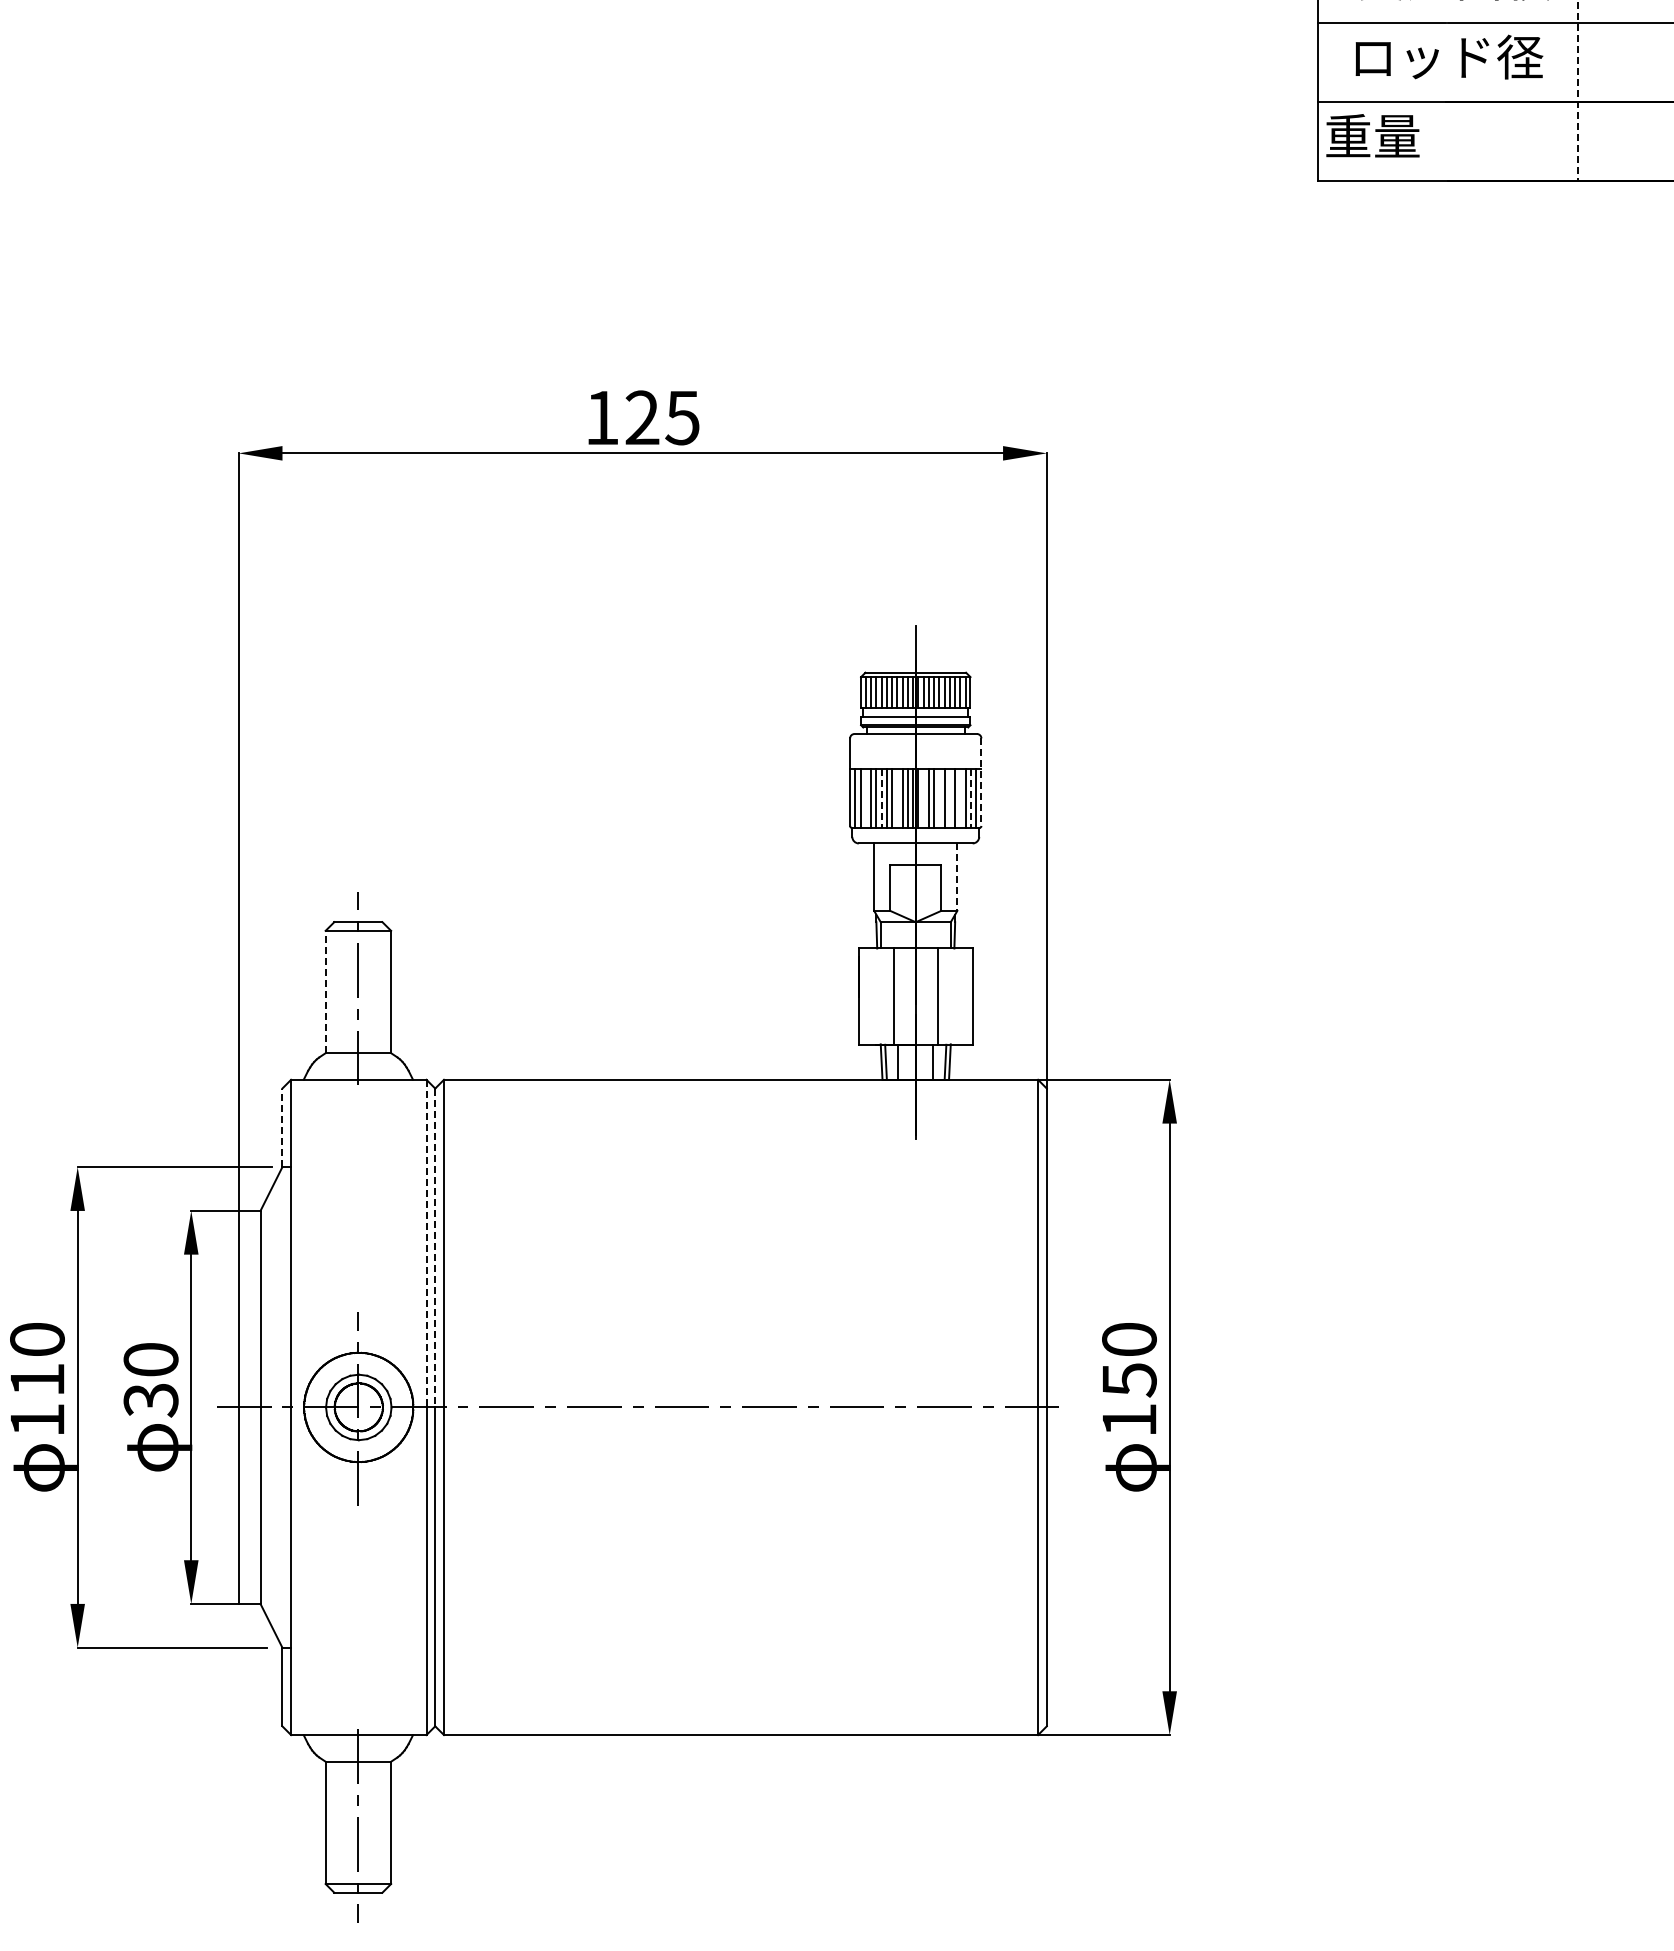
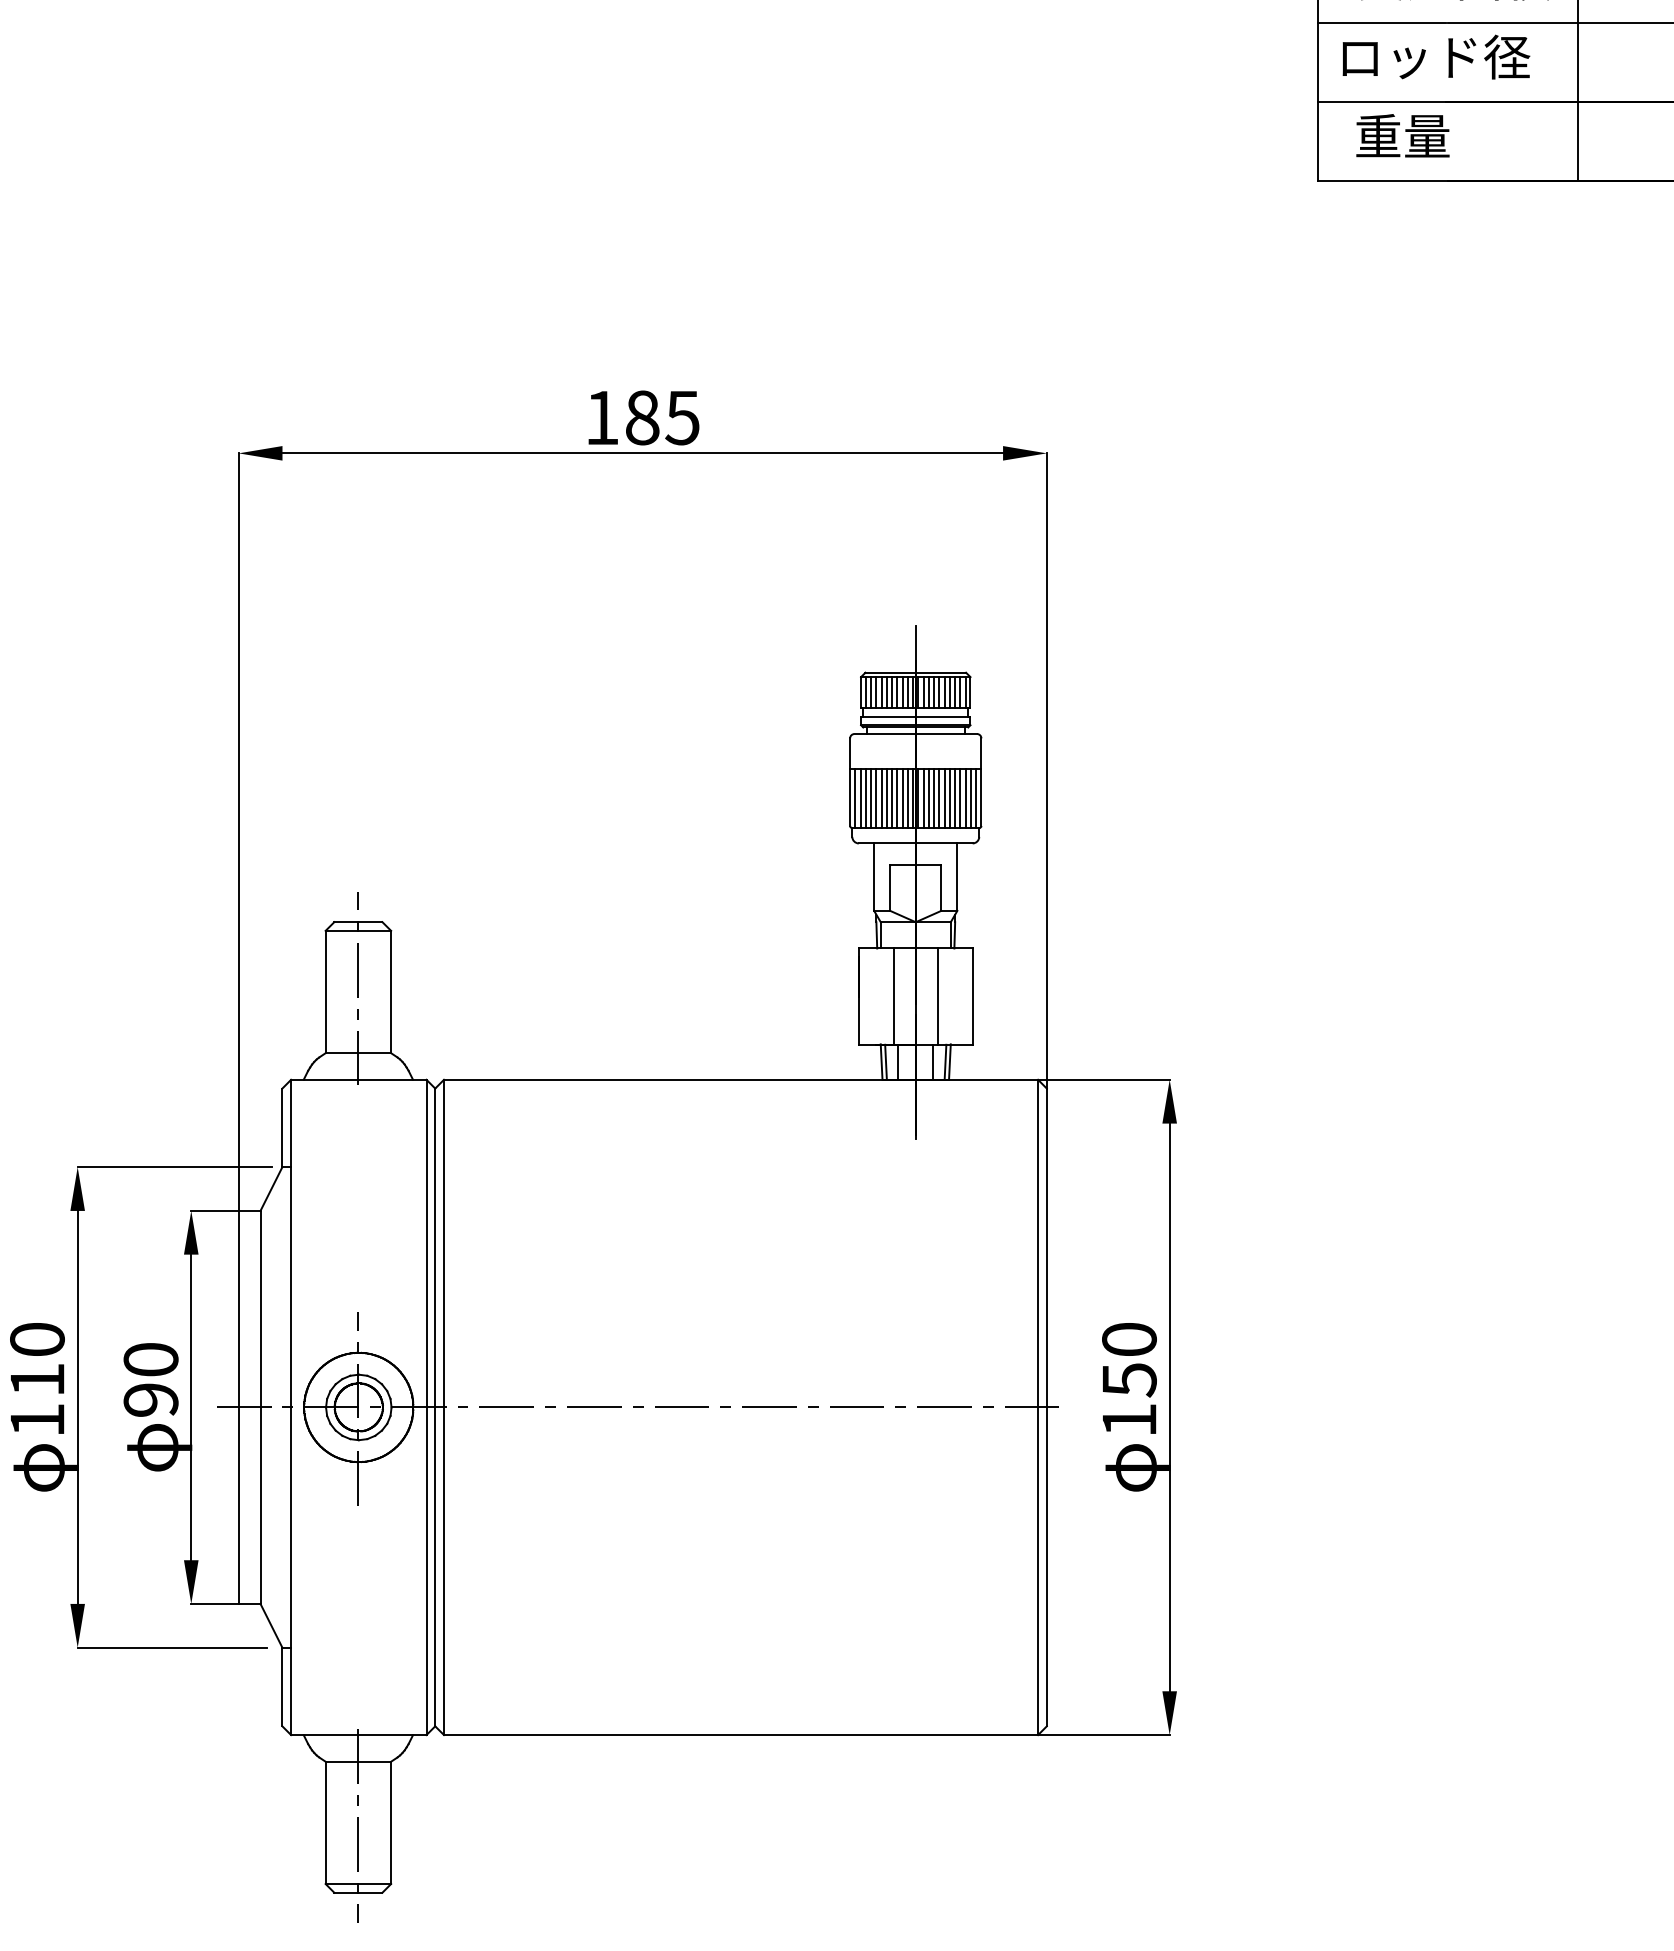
text at (1449, 56) position: (1449, 56) -> (1436, 56)
line at (1577, 91): dashed -> solid
text at (1372, 135) position: (1372, 135) -> (1402, 135)
text at (642, 417): 125 -> 185
line at (981, 782): dashed -> solid
line at (865, 798): none -> present
line at (881, 798): dashed -> solid
line at (897, 798): none -> present
line at (923, 798): none -> present
line at (939, 798): none -> present
line at (949, 798): none -> present
line at (960, 798): none -> present
line at (970, 798): dashed -> solid
line at (957, 877): dashed -> solid
line at (325, 991): dashed -> solid
line at (282, 1127): dashed -> solid
line at (426, 1243): dashed -> solid
line at (435, 1248): dashed -> solid
text at (150, 1400): 30 -> 90
